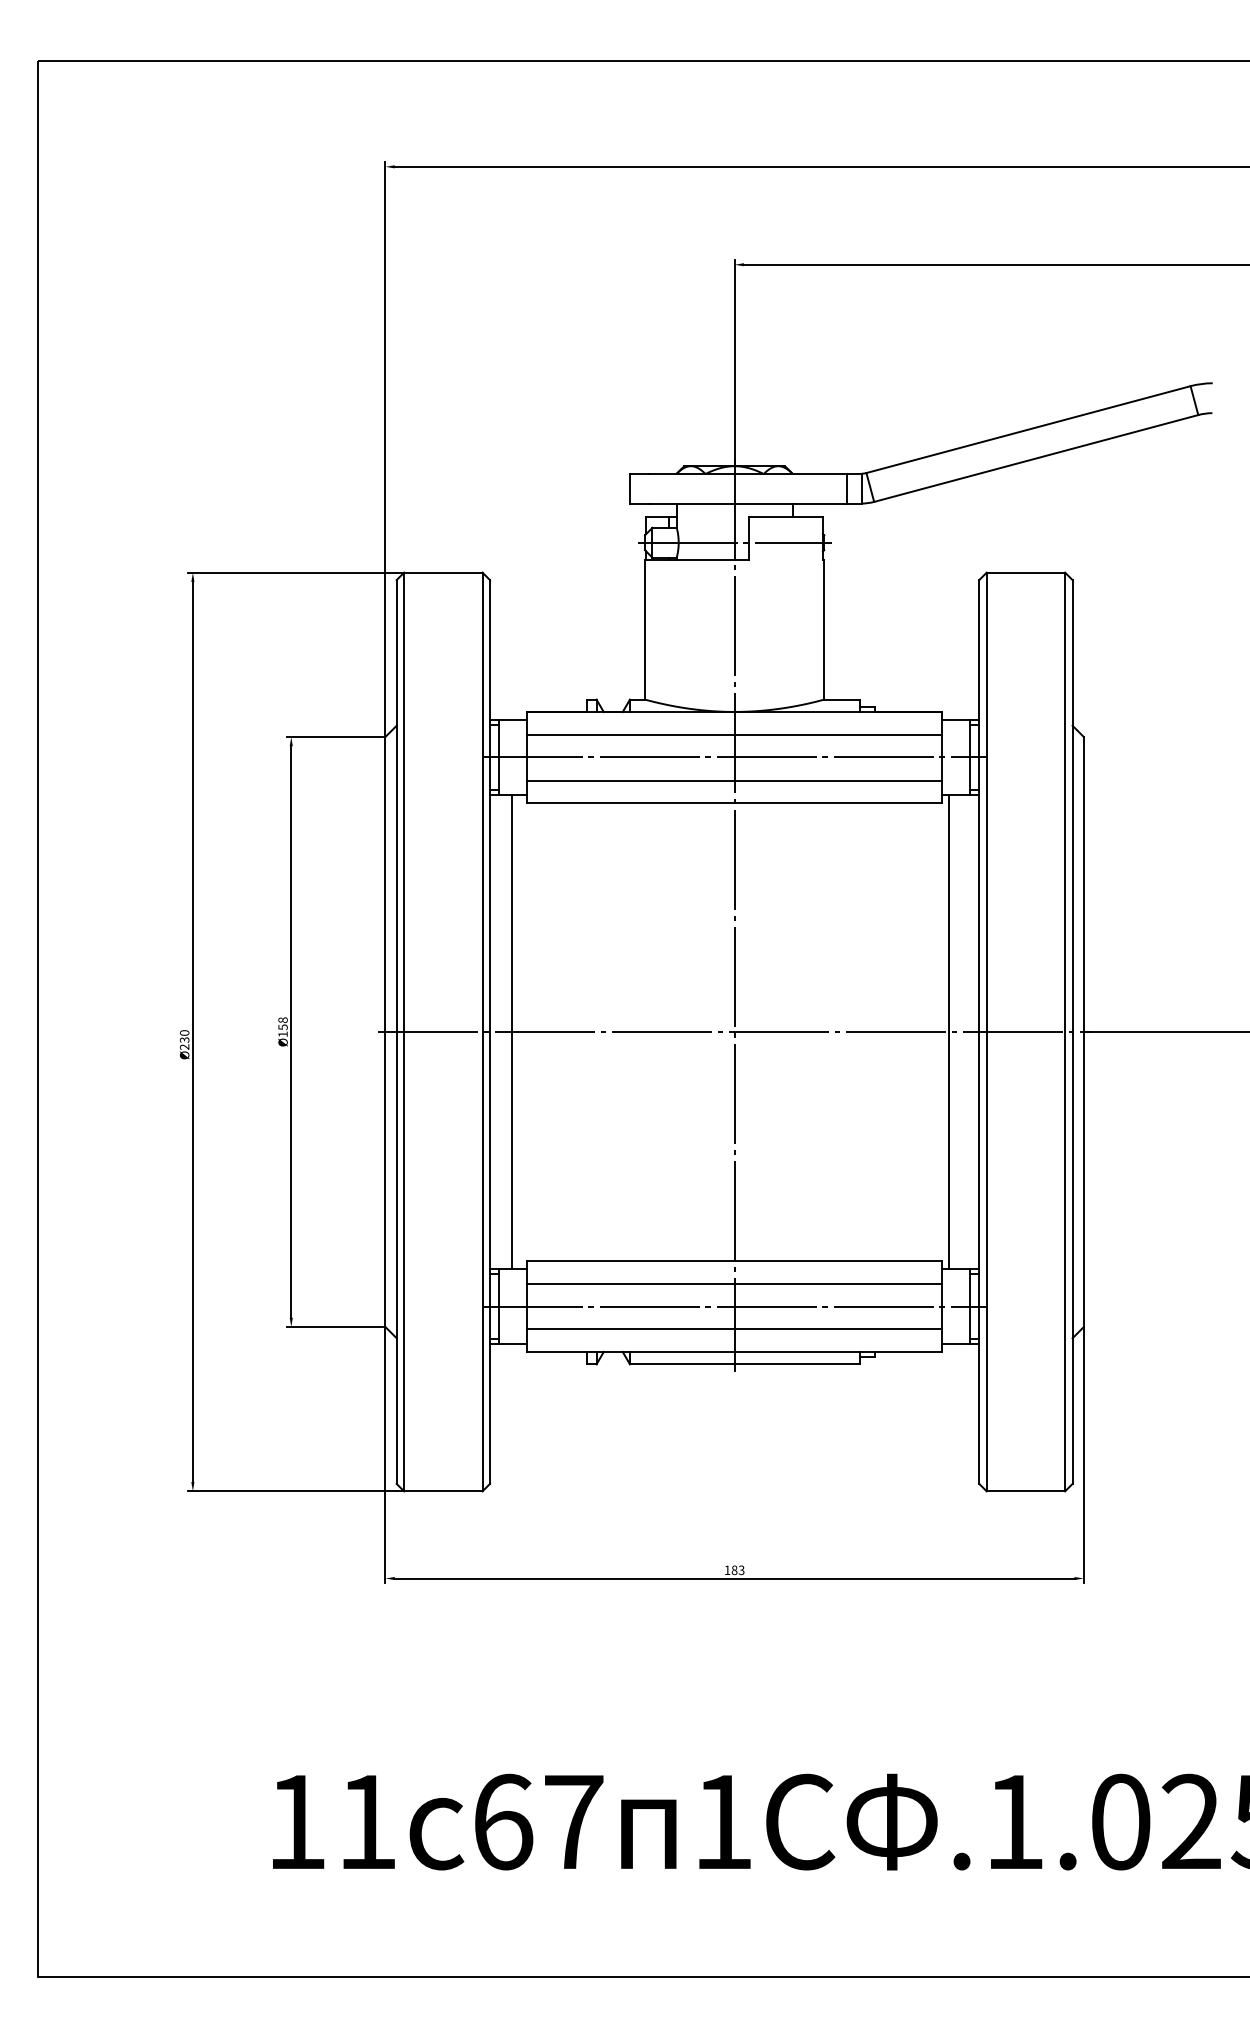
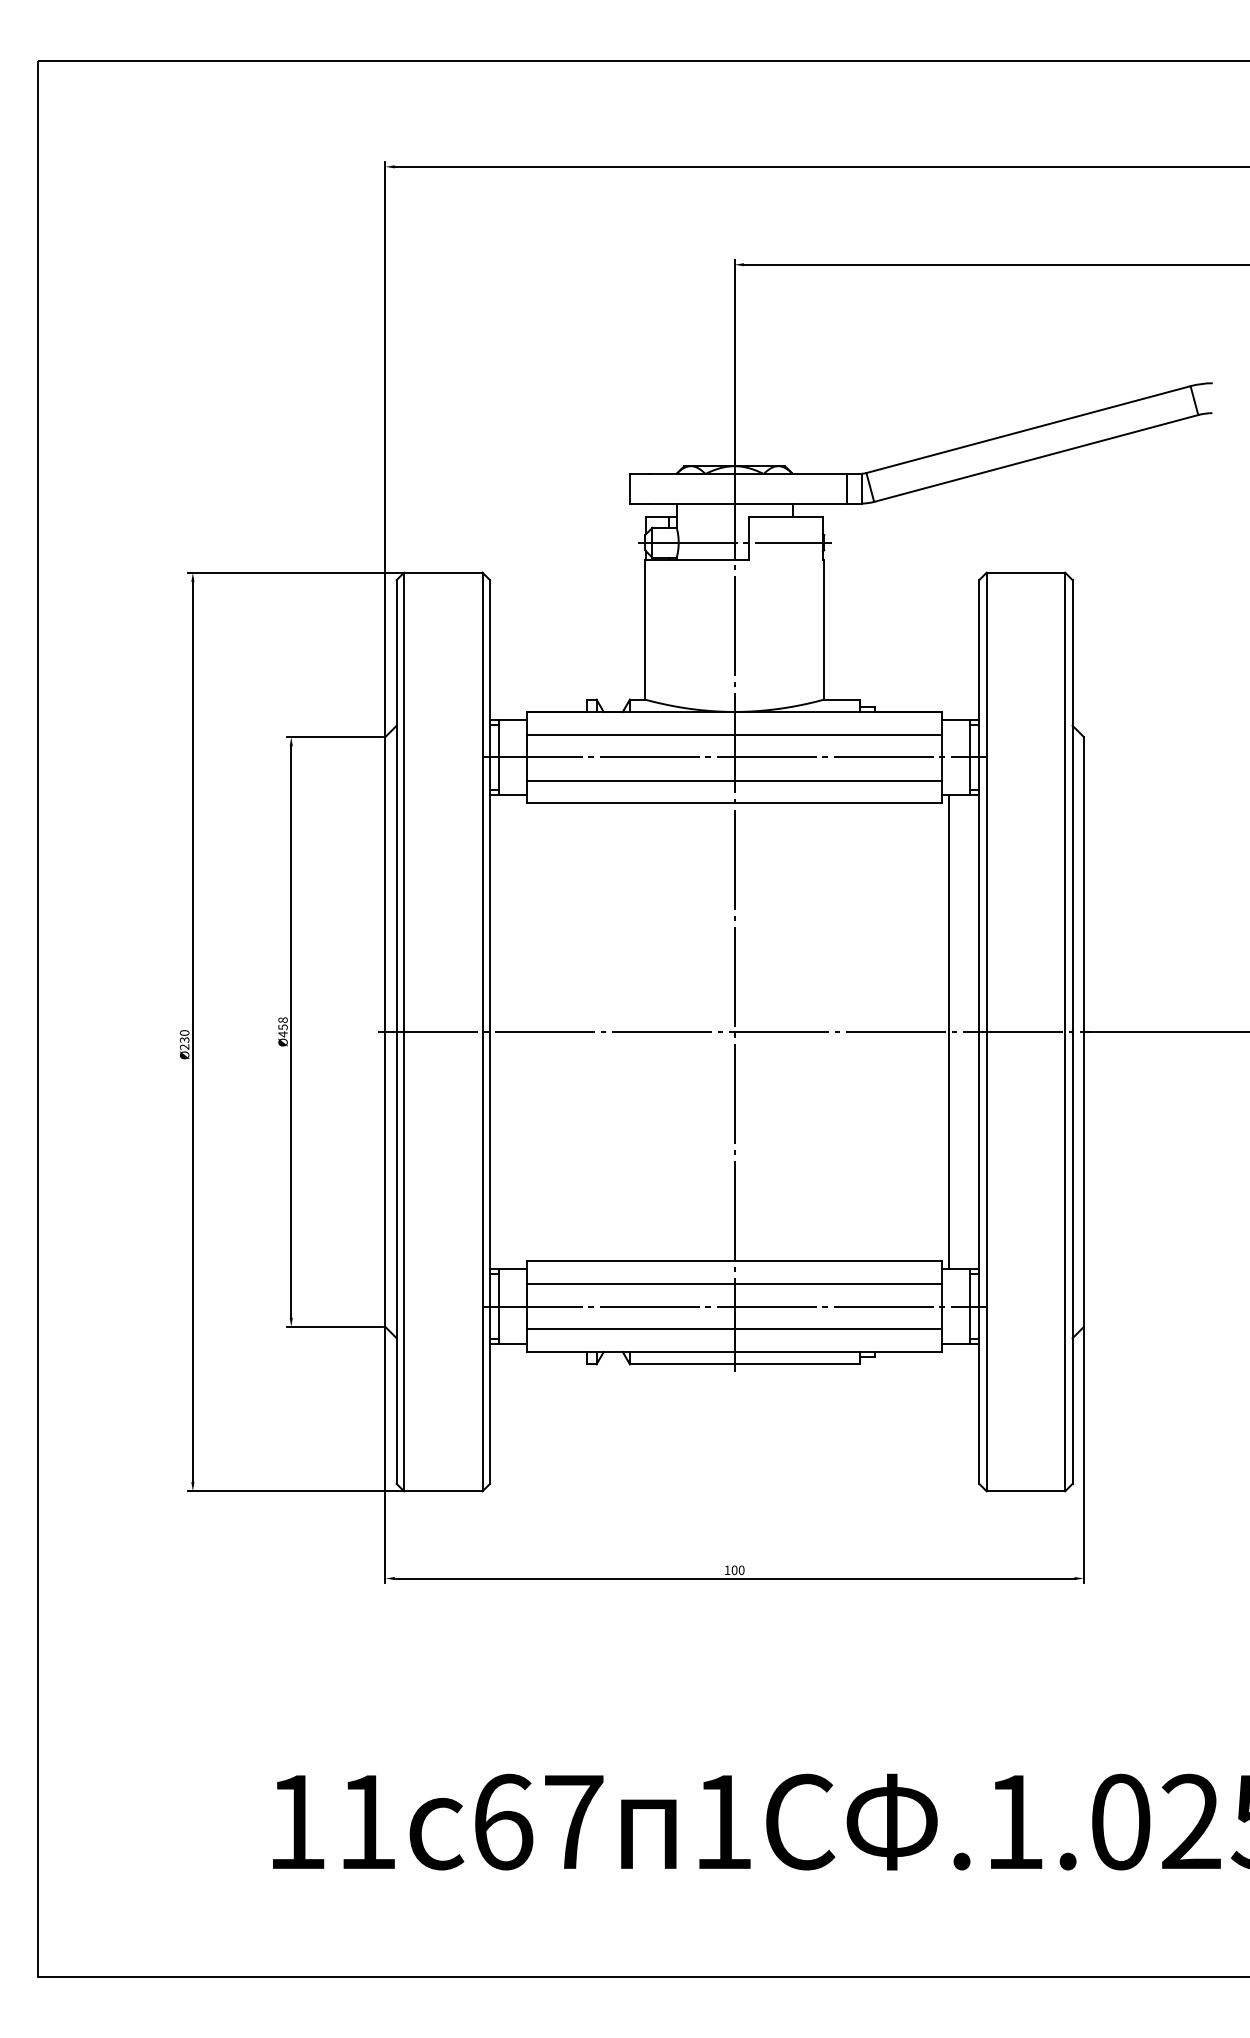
line at (512, 1031): present -> none
text at (282, 1034): Ø158 -> Ø458
text at (737, 1569): 183 -> 100
